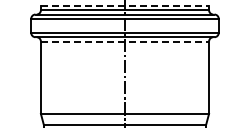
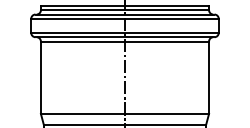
line at (125, 5): dashed -> solid
line at (125, 41): dashed -> solid
